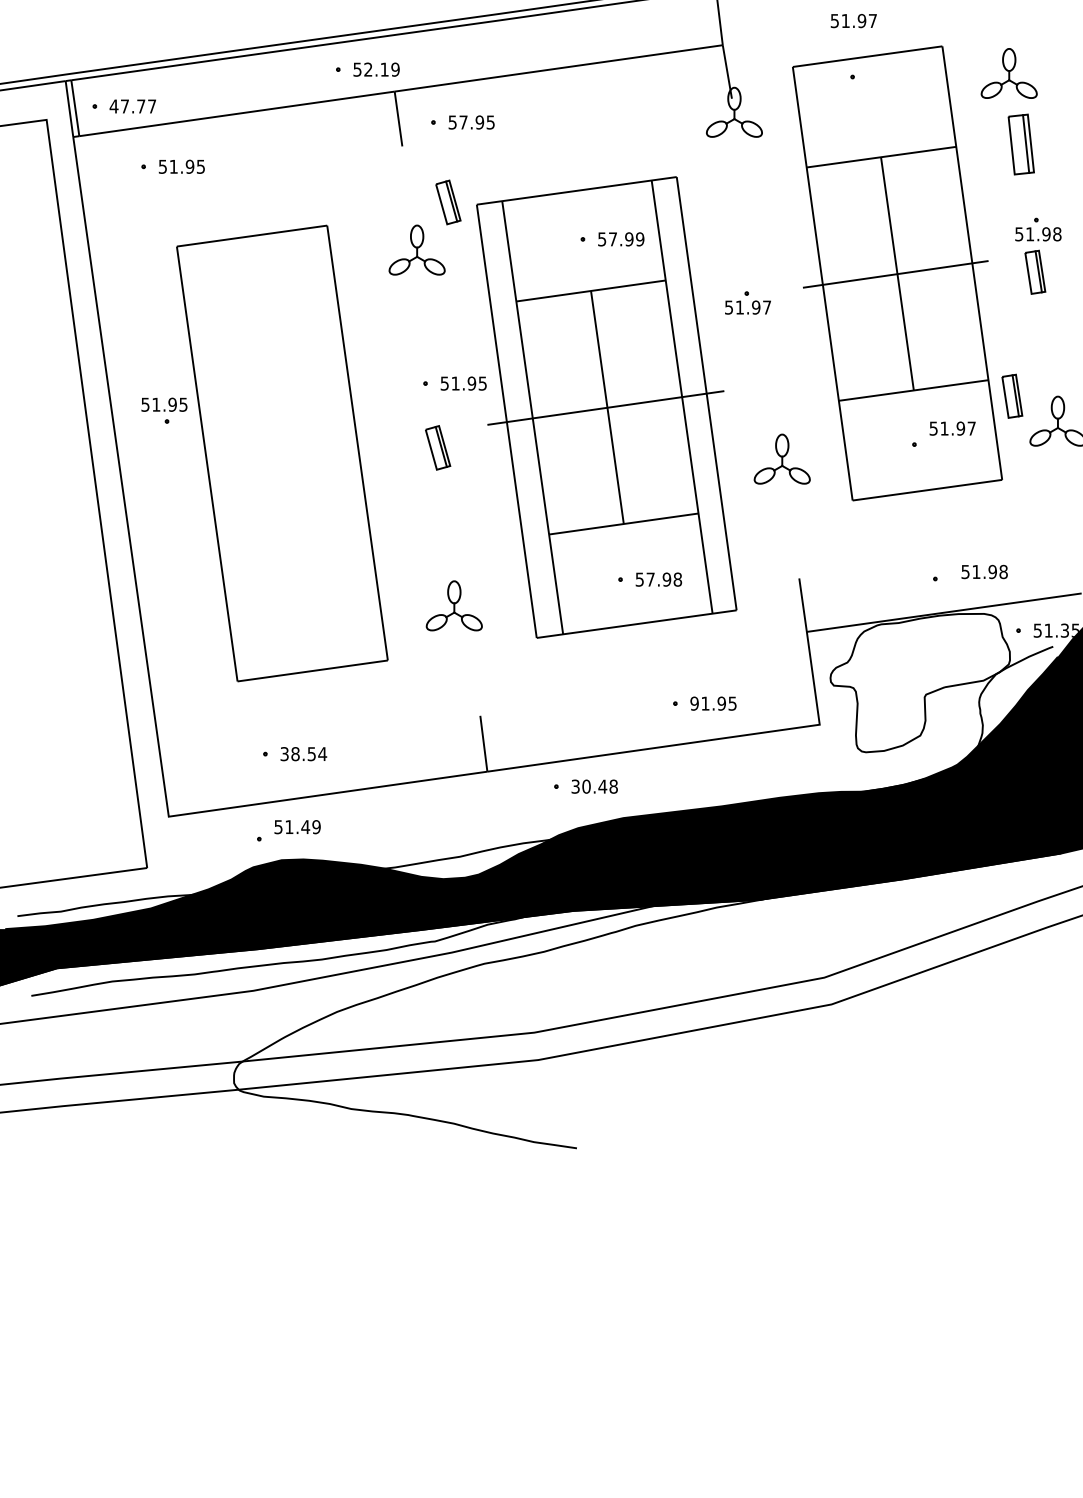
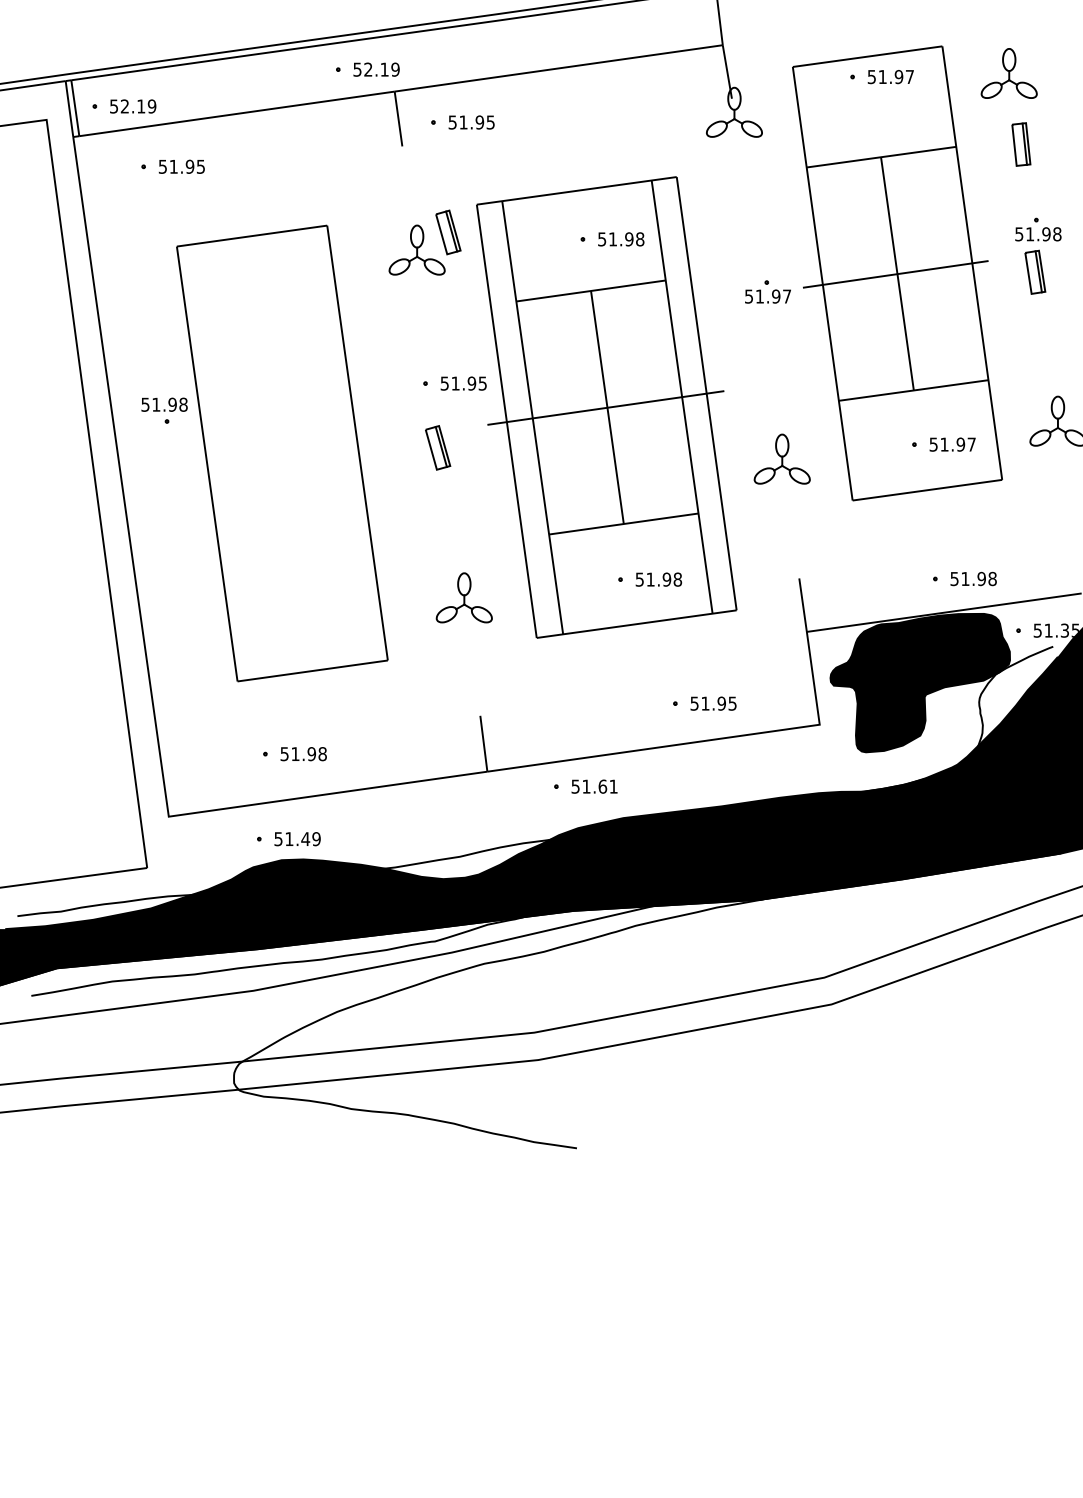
text at (853, 21) position: (853, 21) -> (890, 77)
text at (132, 106): 47.77 -> 52.19
text at (463, 122): 57.95 -> 51.95
part at (1020, 144) size: 28x63 px -> 21x45 px
part at (448, 202) position: (448, 202) -> (448, 232)
text at (626, 239): 57.99 -> 51.98
part at (747, 302) position: (747, 302) -> (767, 291)
part at (1012, 395): present -> none
text at (183, 404): 51.95 -> 51.98
text at (952, 428) position: (952, 428) -> (952, 444)
text at (984, 571) position: (984, 571) -> (973, 578)
text at (650, 579): 57.98 -> 51.98
part at (453, 605) position: (453, 605) -> (463, 597)
fill at (920, 682): none -> present
text at (694, 703): 91.95 -> 51.95
text at (304, 754): 38.54 -> 51.98
text at (594, 786): 30.48 -> 51.61
text at (297, 827) position: (297, 827) -> (297, 839)
